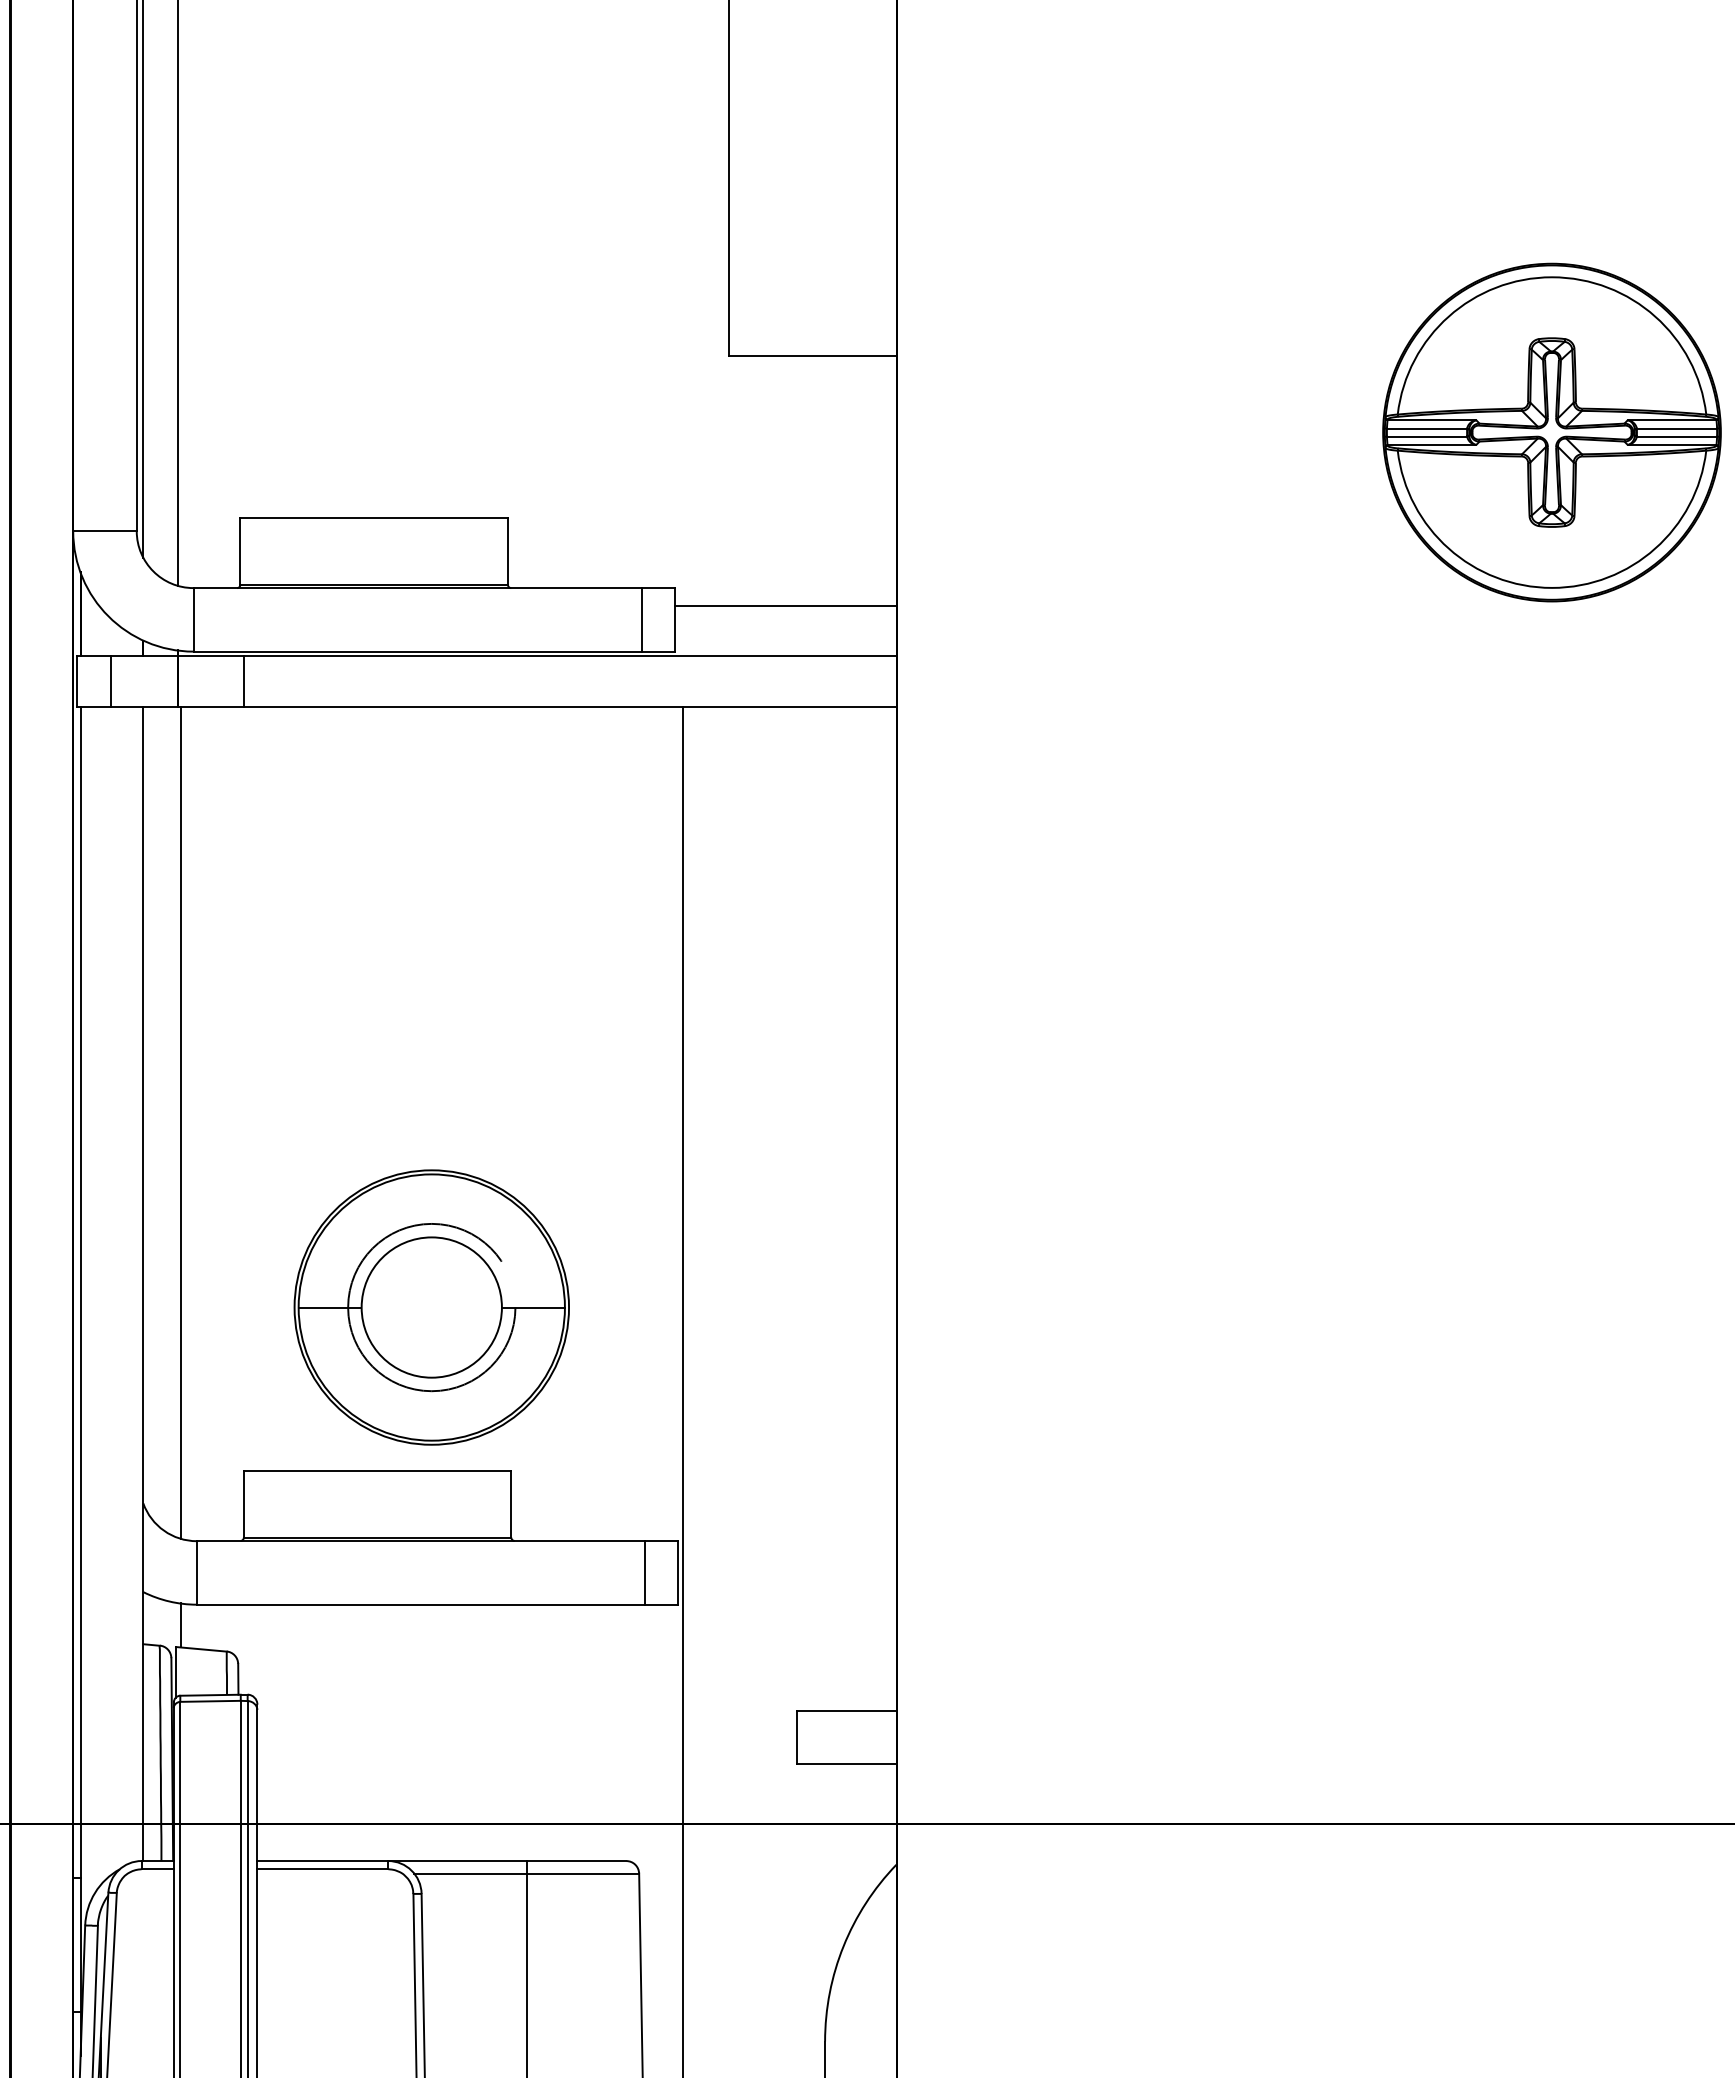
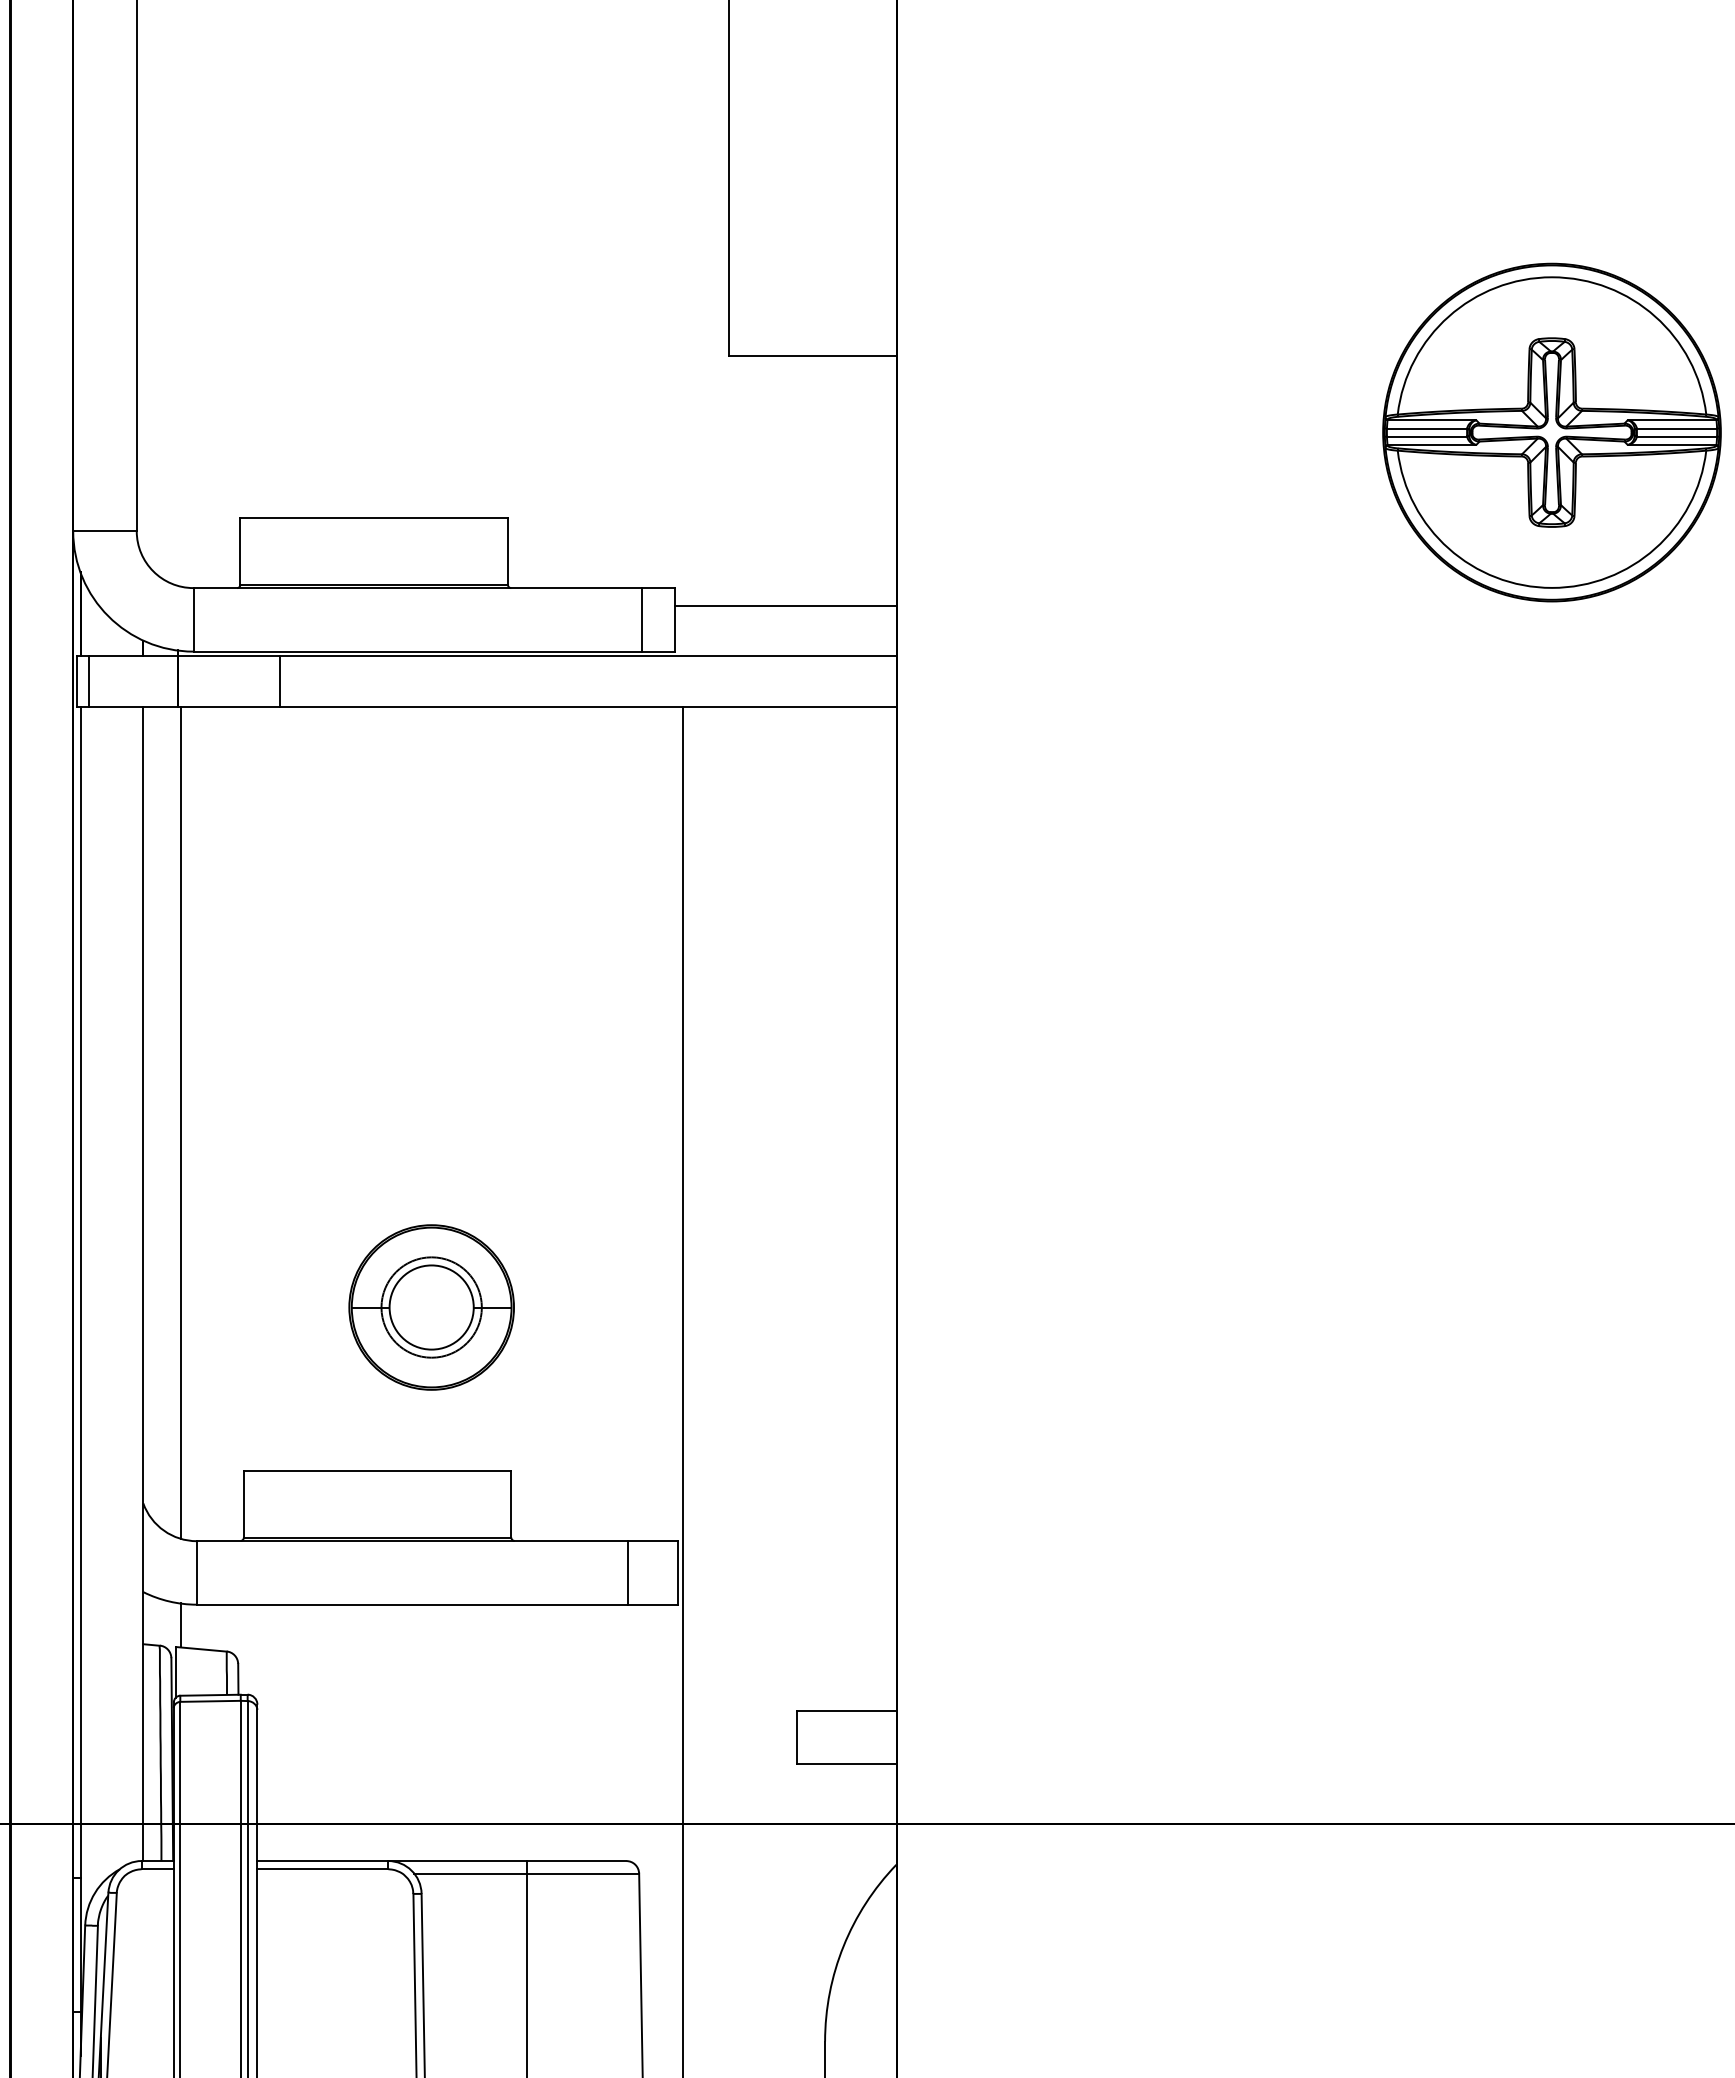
line at (143, 279): present -> none
line at (177, 293): present -> none
line at (110, 681) position: (110, 681) -> (88, 681)
line at (244, 681) position: (244, 681) -> (280, 681)
part at (431, 1307) size: 277x277 px -> 167x167 px
line at (645, 1572) position: (645, 1572) -> (628, 1572)
